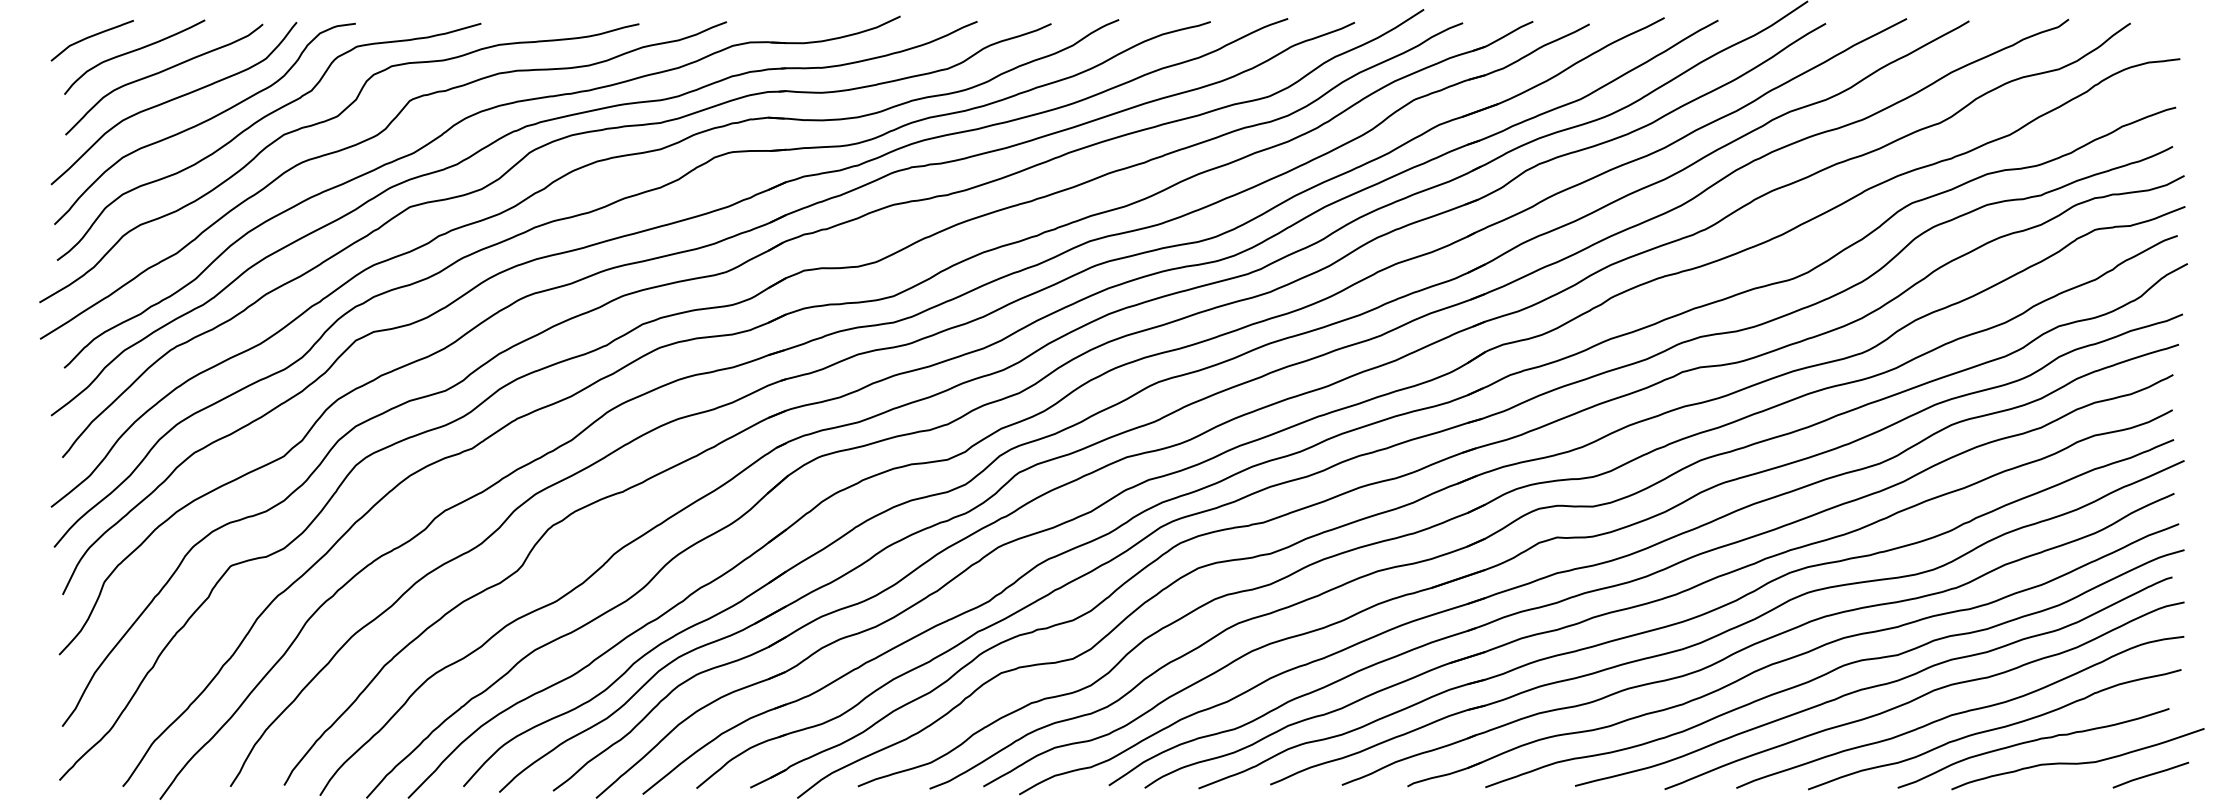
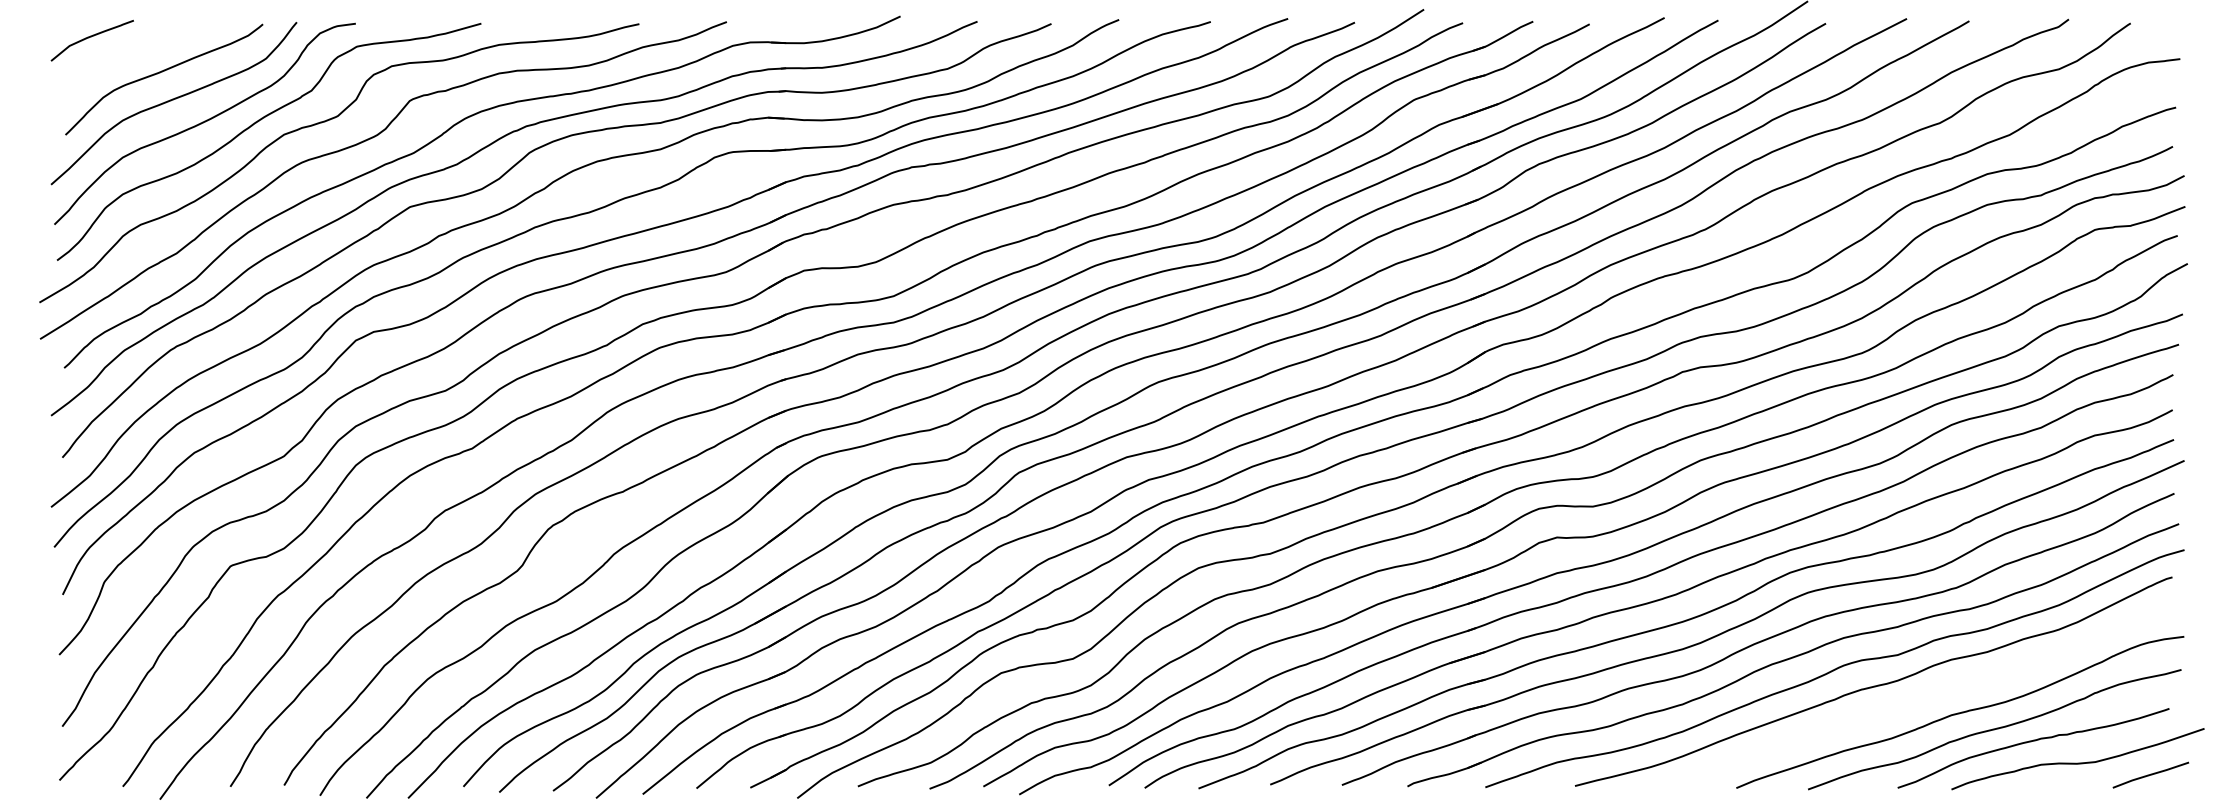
curve at (132, 52): present -> none
curve at (1924, 695): present -> none
